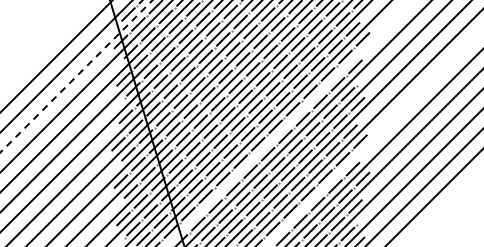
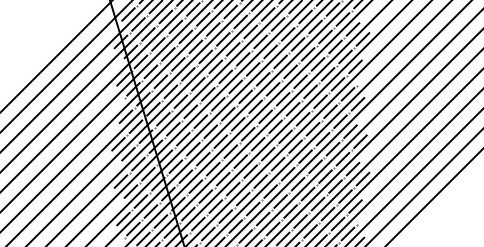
line at (76, 76): dashed -> solid
line at (289, 122): none -> present
line at (374, 137): none -> present
